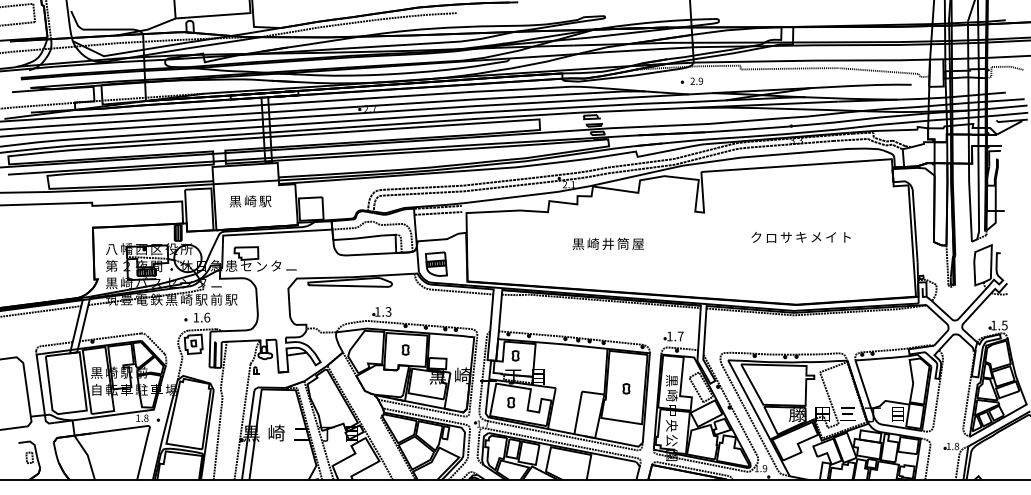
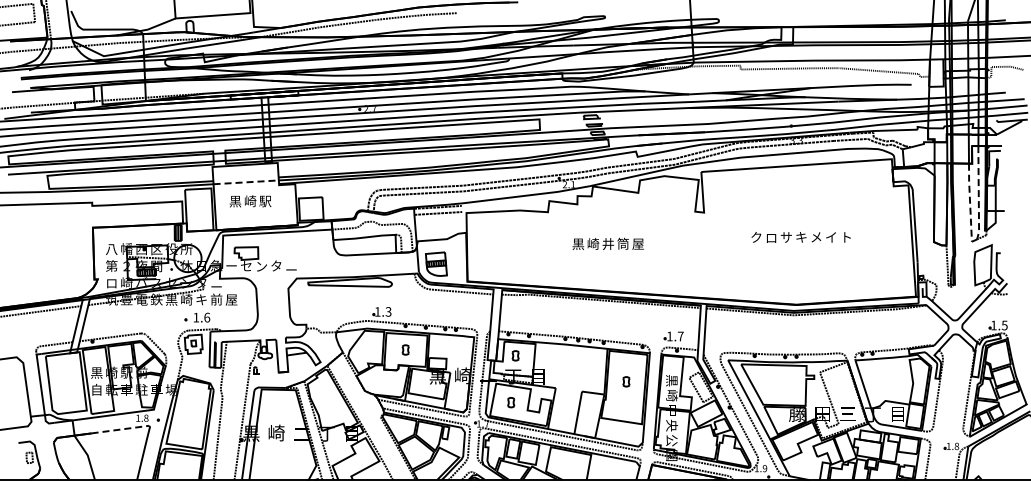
part at (691, 80): present -> none
line at (246, 182): solid -> dashed
line at (978, 192): solid -> dashed
line at (970, 202): solid -> dashed
text at (231, 265): 患 -> ー
text at (111, 283): 黒 -> ロ
text at (201, 299): 駅 -> キ
text at (231, 299): 駅 -> 屋
part at (626, 388) position: (626, 388) -> (626, 381)
line at (120, 429): solid -> dashed
